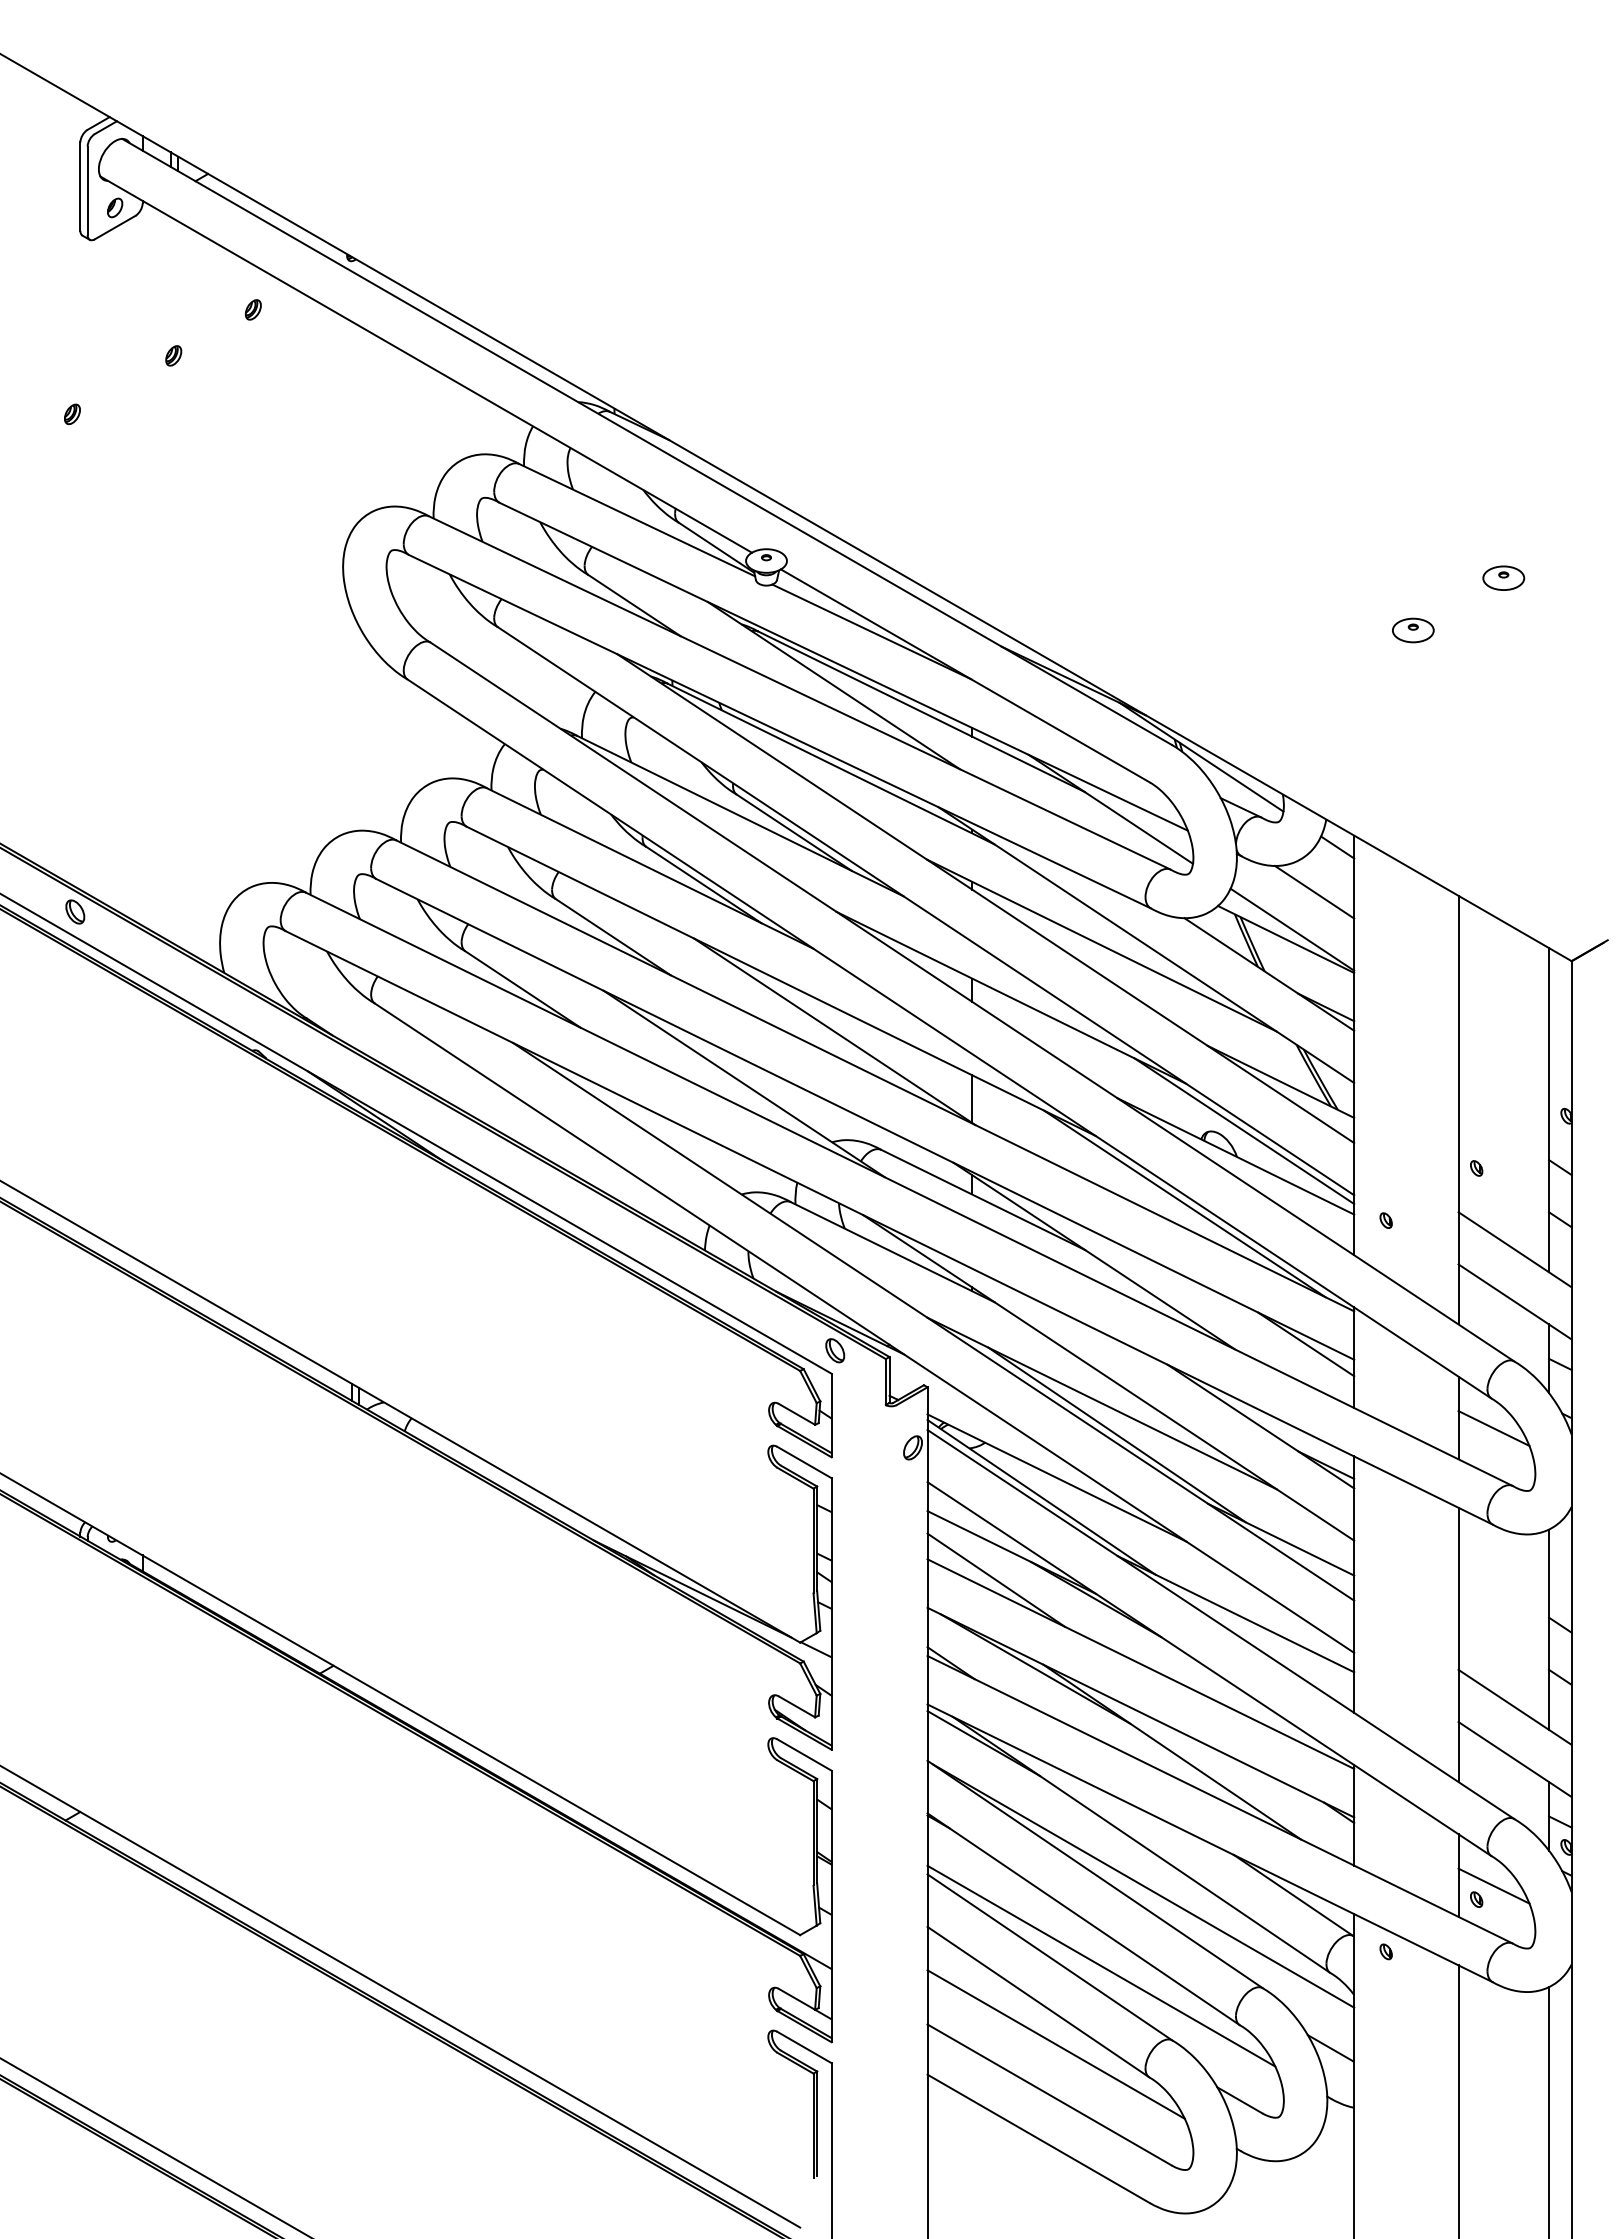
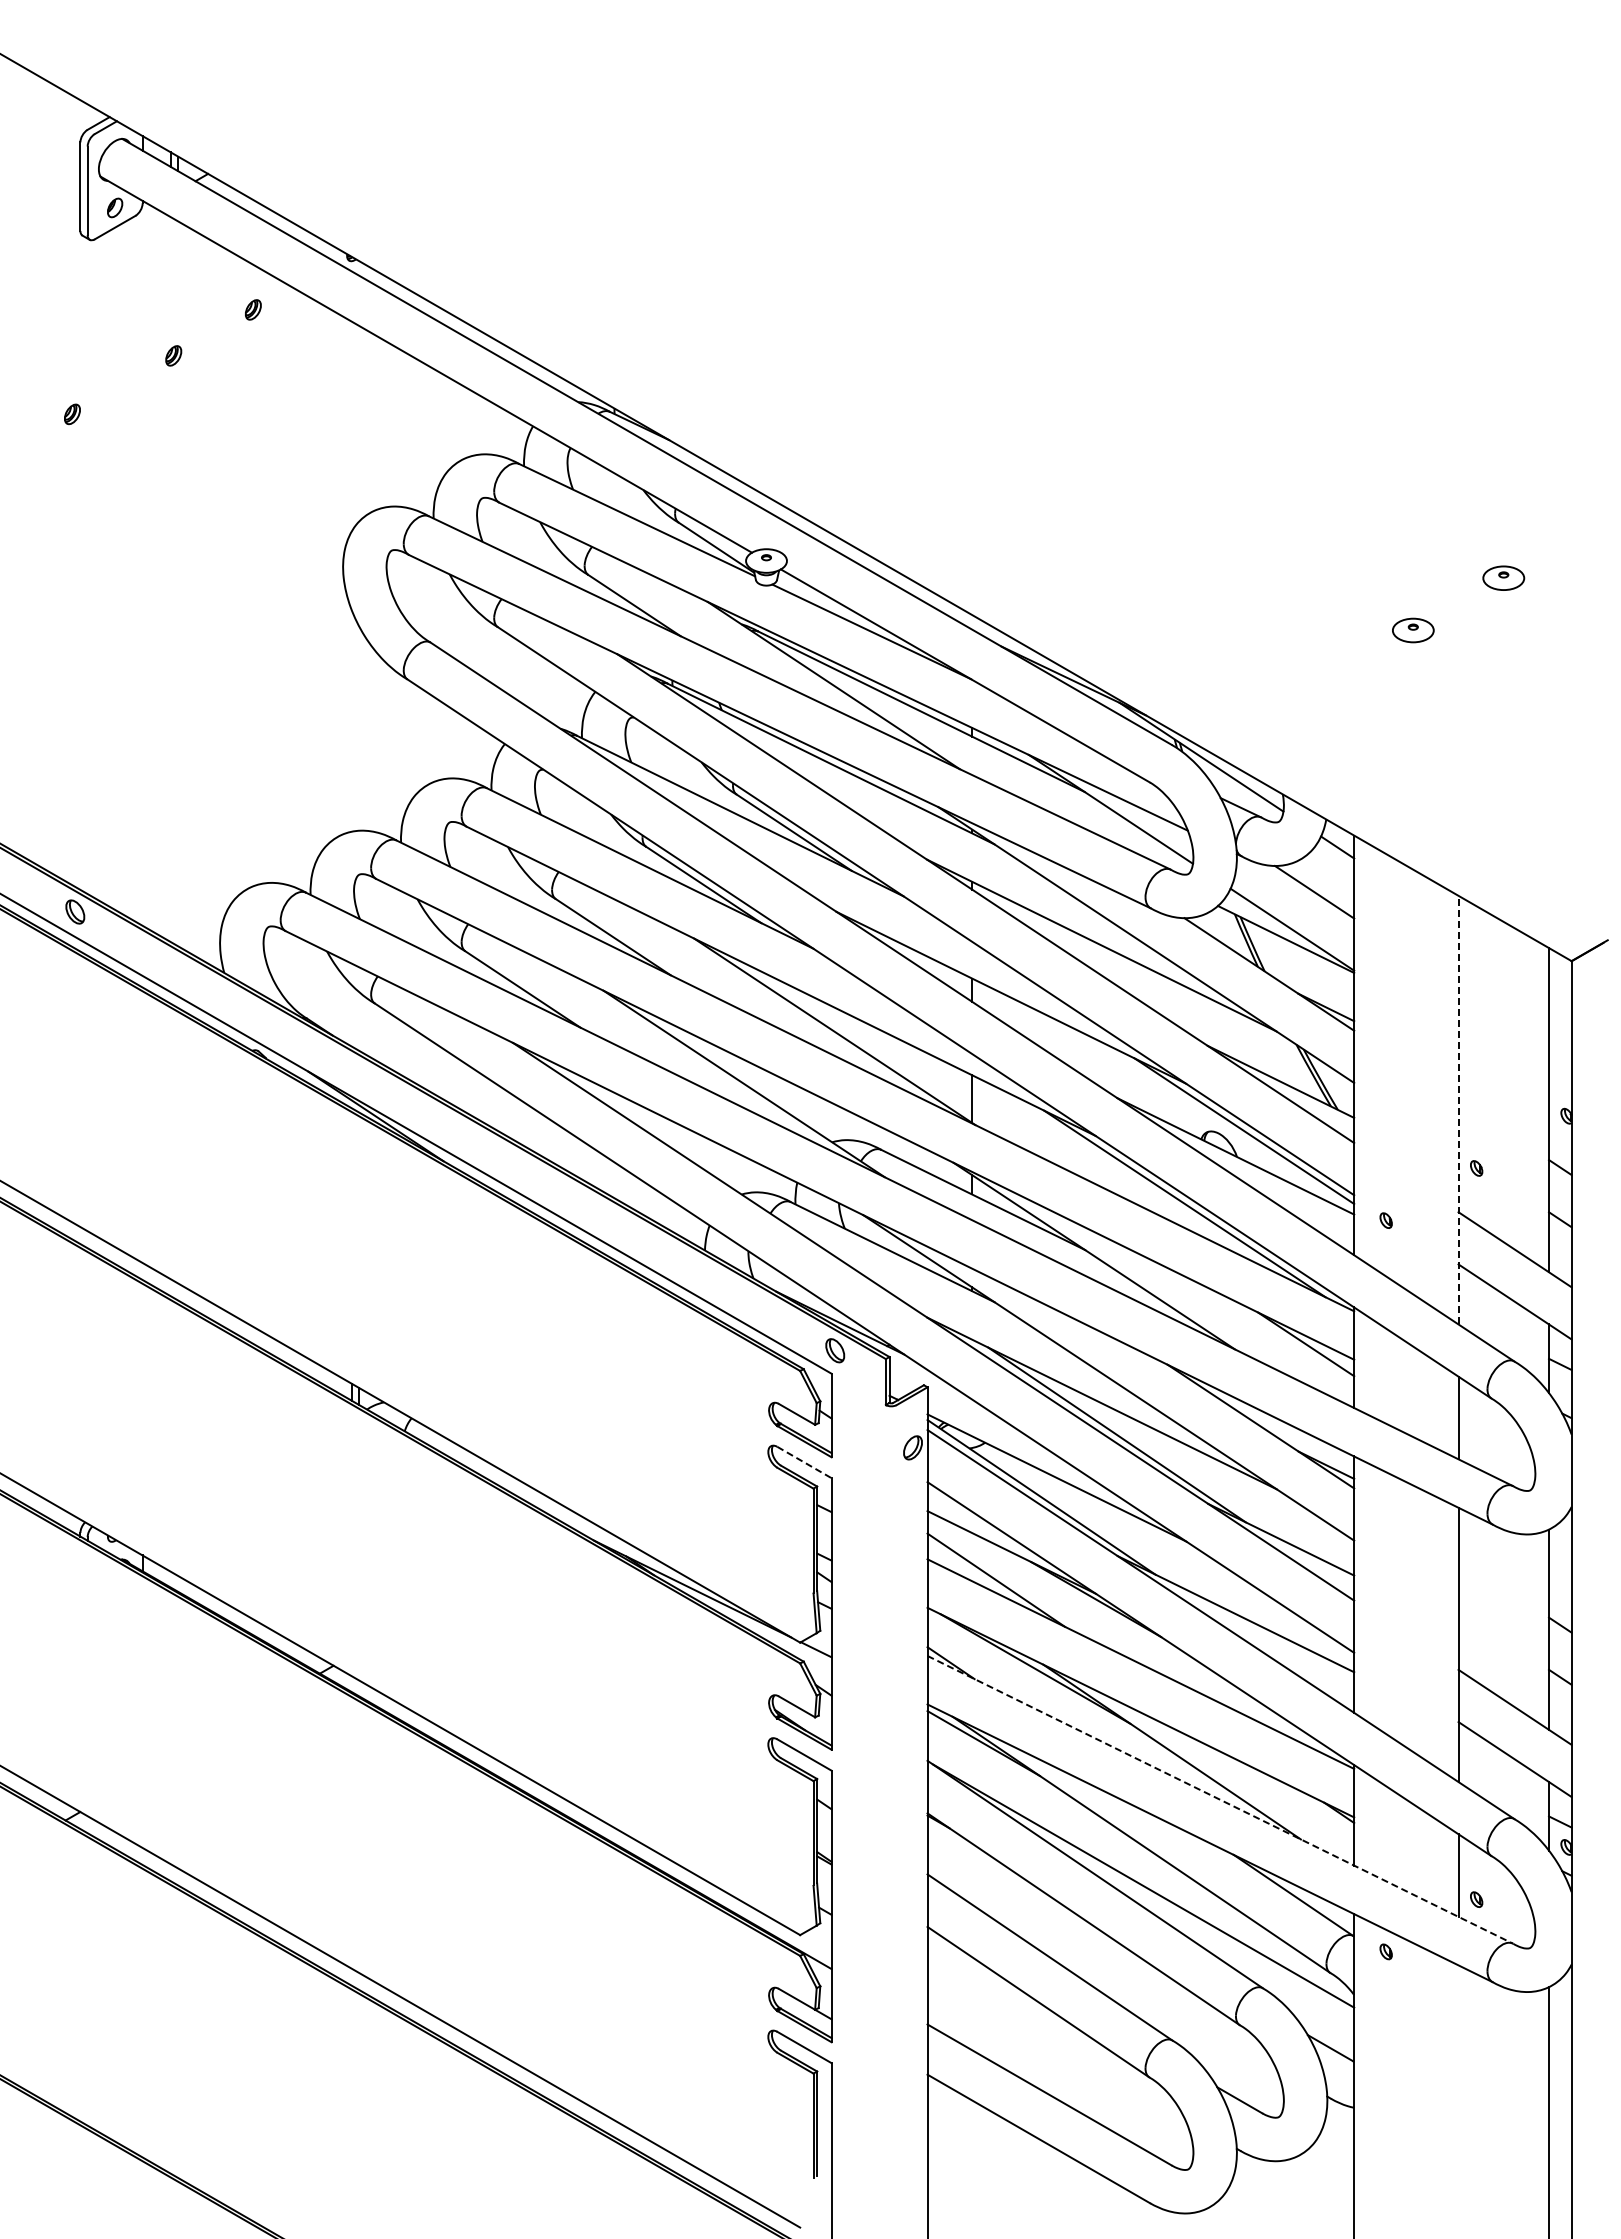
line at (1458, 1109): solid -> dashed
line at (1493, 1428): present -> none
line at (804, 1462): solid -> dashed
line at (1220, 1799): solid -> dashed
line at (1493, 1885): present -> none
line at (1101, 1965): present -> none
line at (1055, 2044): present -> none
line at (1458, 2100): present -> none
line at (155, 2147): present -> none
